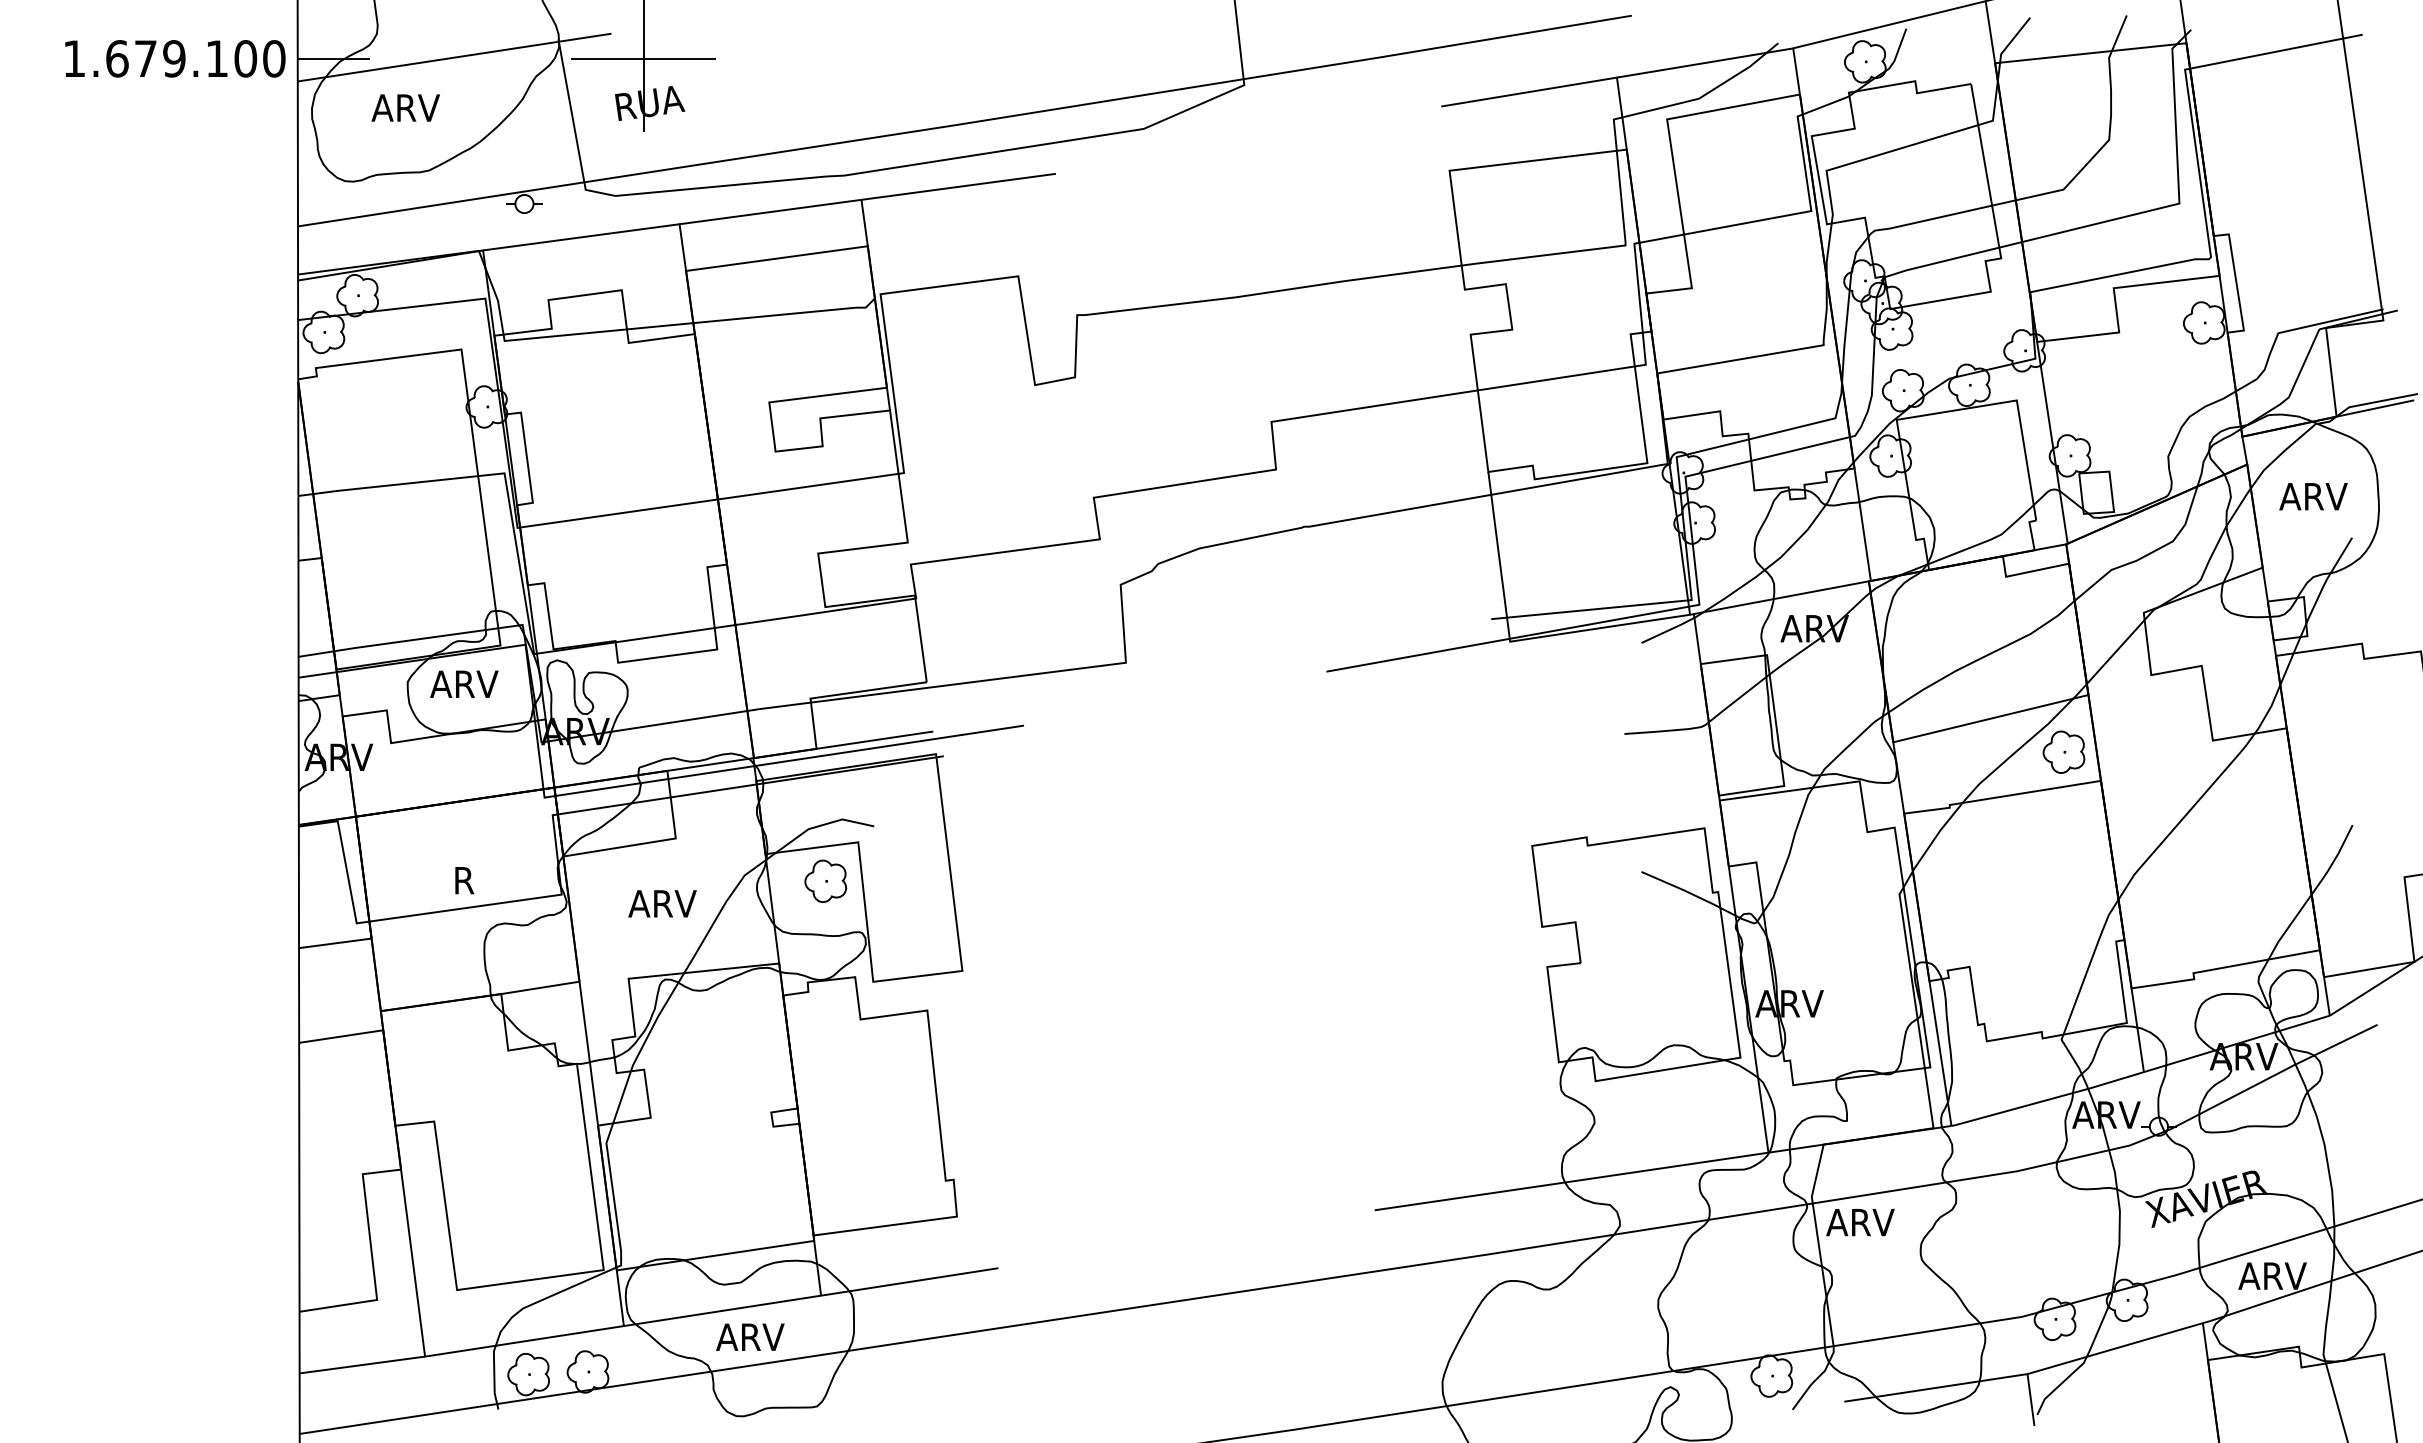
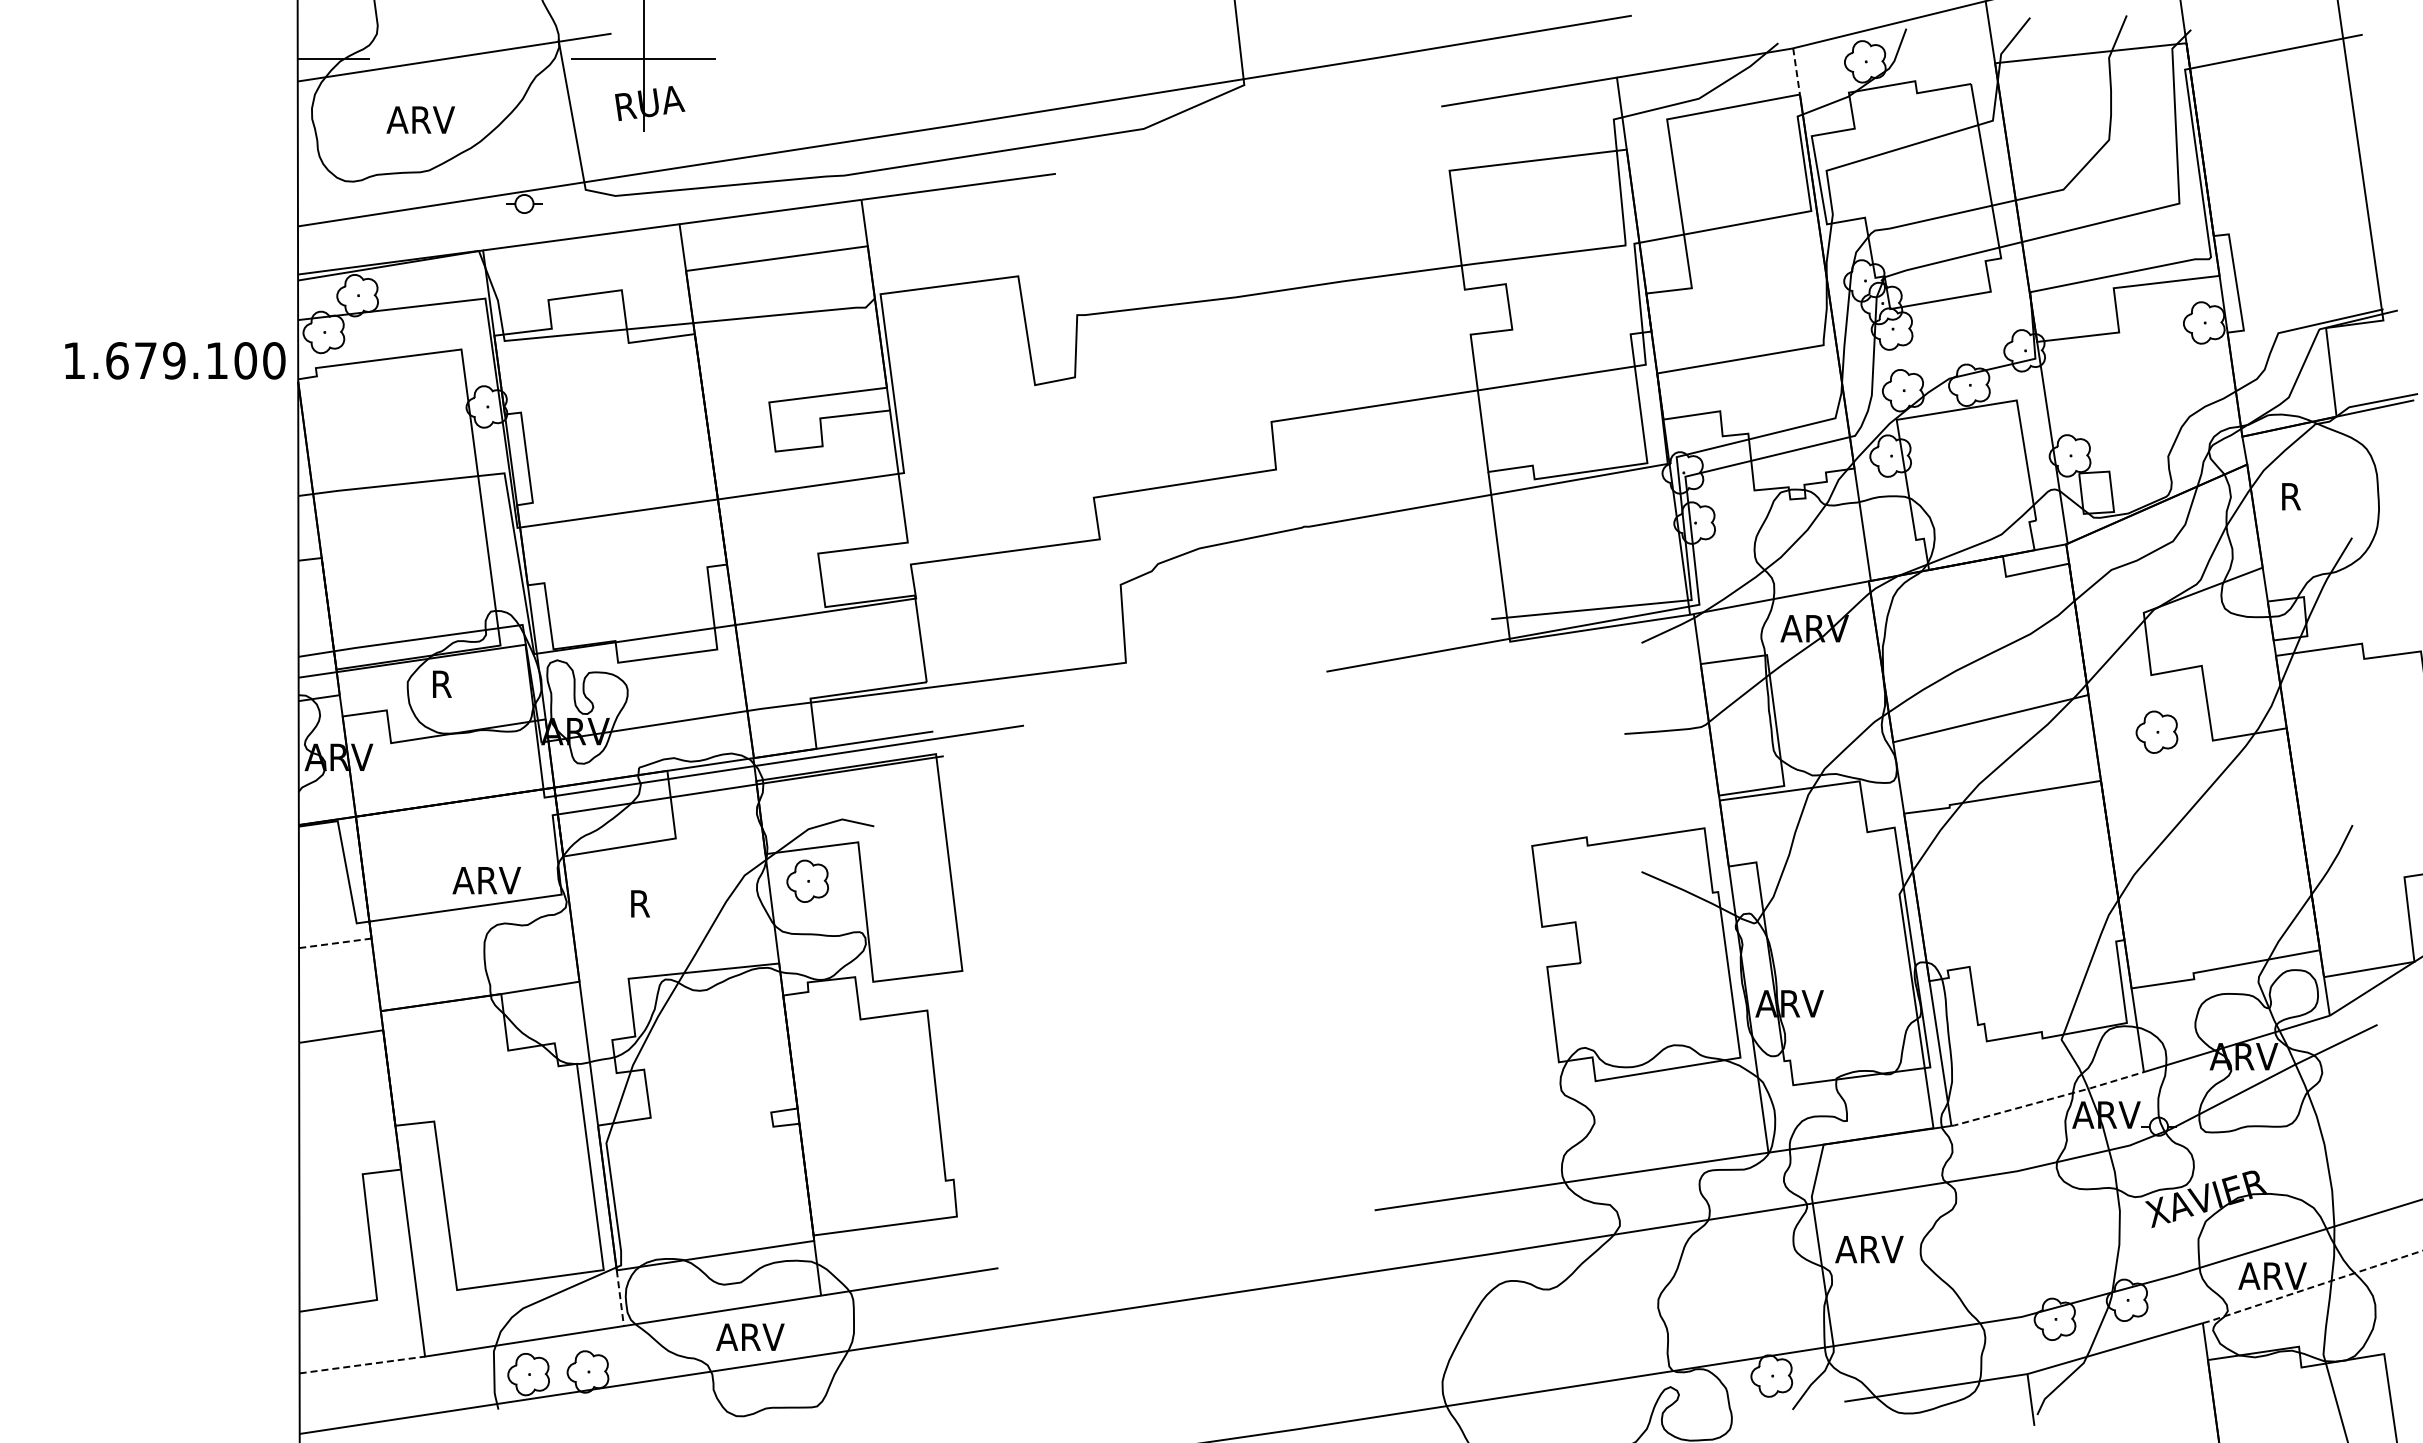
text at (175, 58) position: (175, 58) -> (175, 360)
line at (1796, 71): solid -> dashed
text at (405, 107) position: (405, 107) -> (420, 119)
text at (2313, 496): ARV -> R
text at (464, 683): ARV -> R
part at (2063, 751) position: (2063, 751) -> (2156, 731)
text at (486, 880): R -> ARV
part at (825, 880) position: (825, 880) -> (807, 880)
text at (662, 903): ARV -> R
line at (335, 943): solid -> dashed
line at (2048, 1099): solid -> dashed
text at (1860, 1222) position: (1860, 1222) -> (1869, 1249)
line at (2312, 1287): solid -> dashed
line at (620, 1298): solid -> dashed
line at (362, 1364): solid -> dashed
